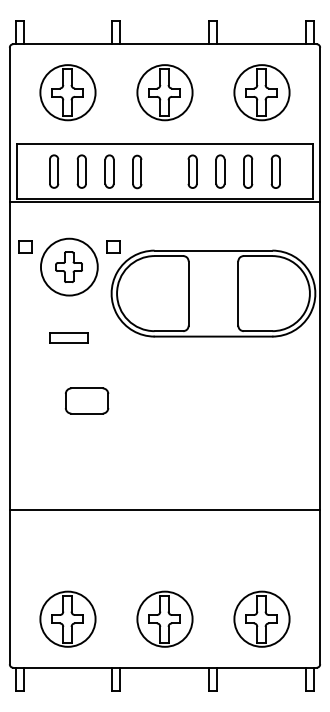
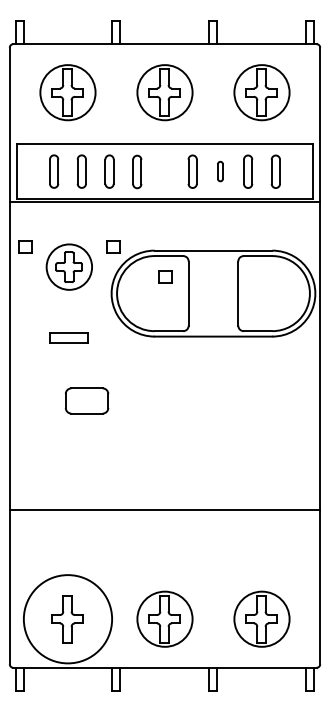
part at (220, 171) size: 11x35 px -> 7x23 px
circle at (68, 266) diameter: 57 px -> 45 px
part at (165, 276): none -> present
circle at (67, 618) diameter: 55 px -> 88 px
